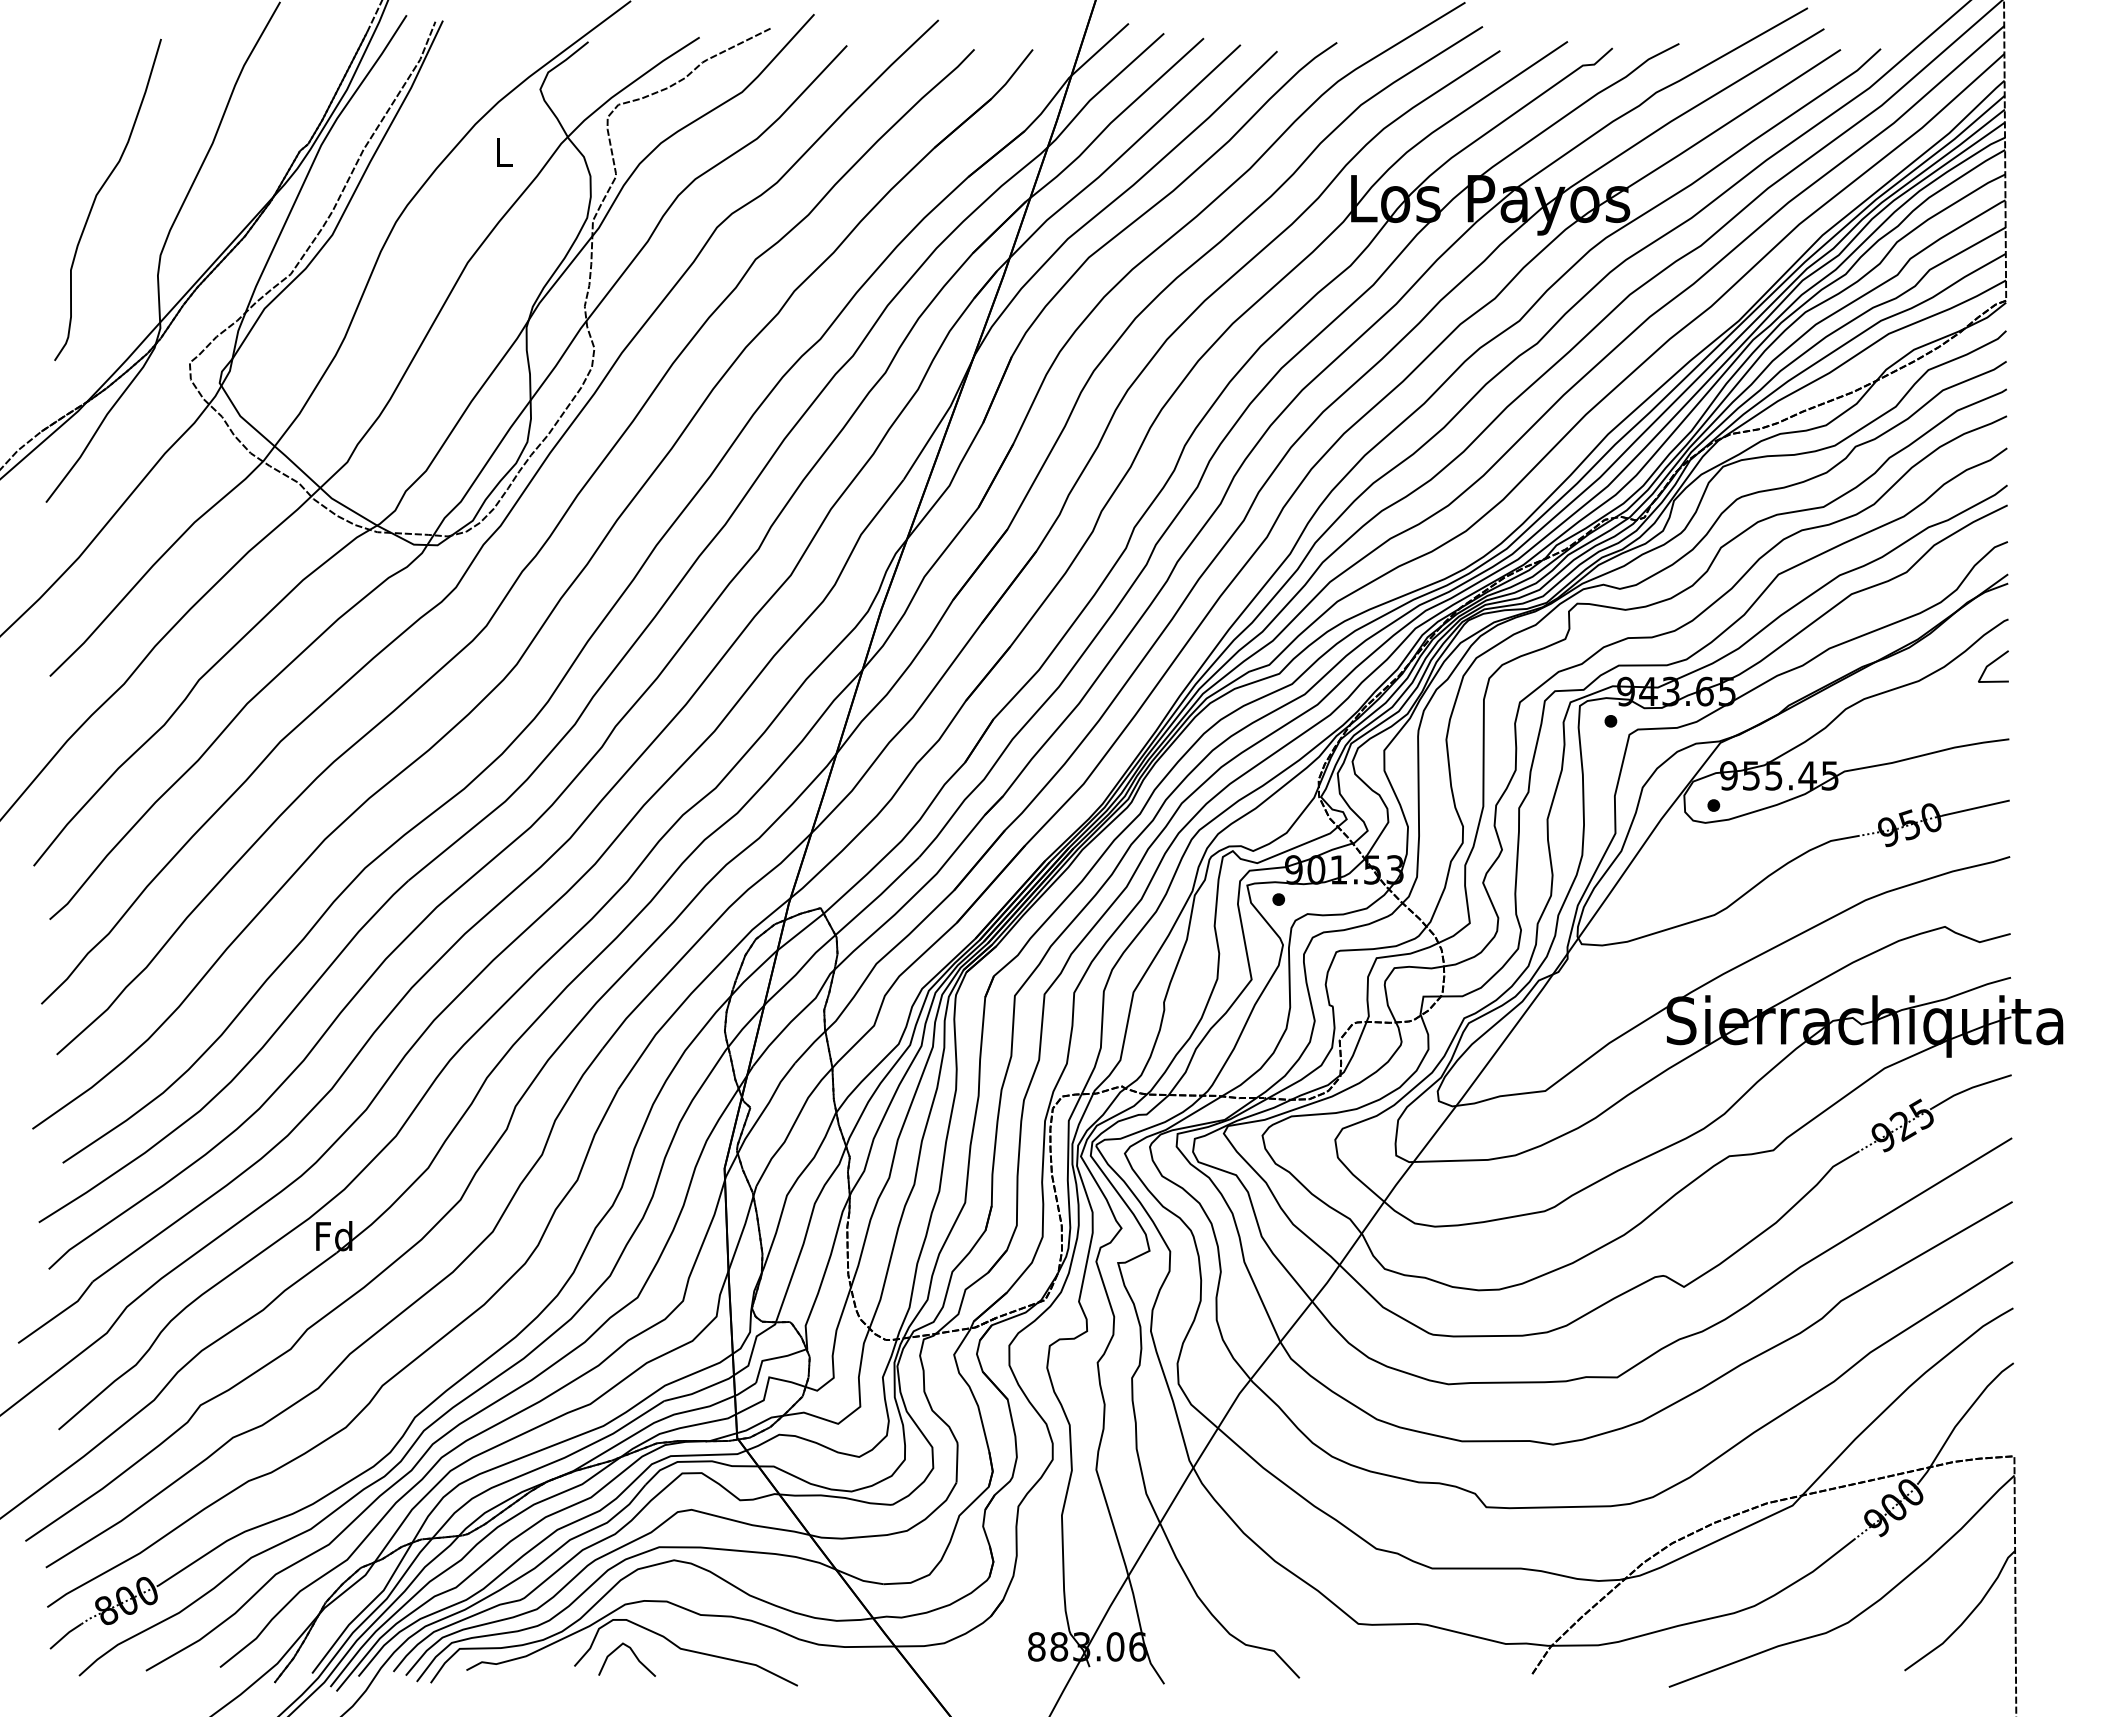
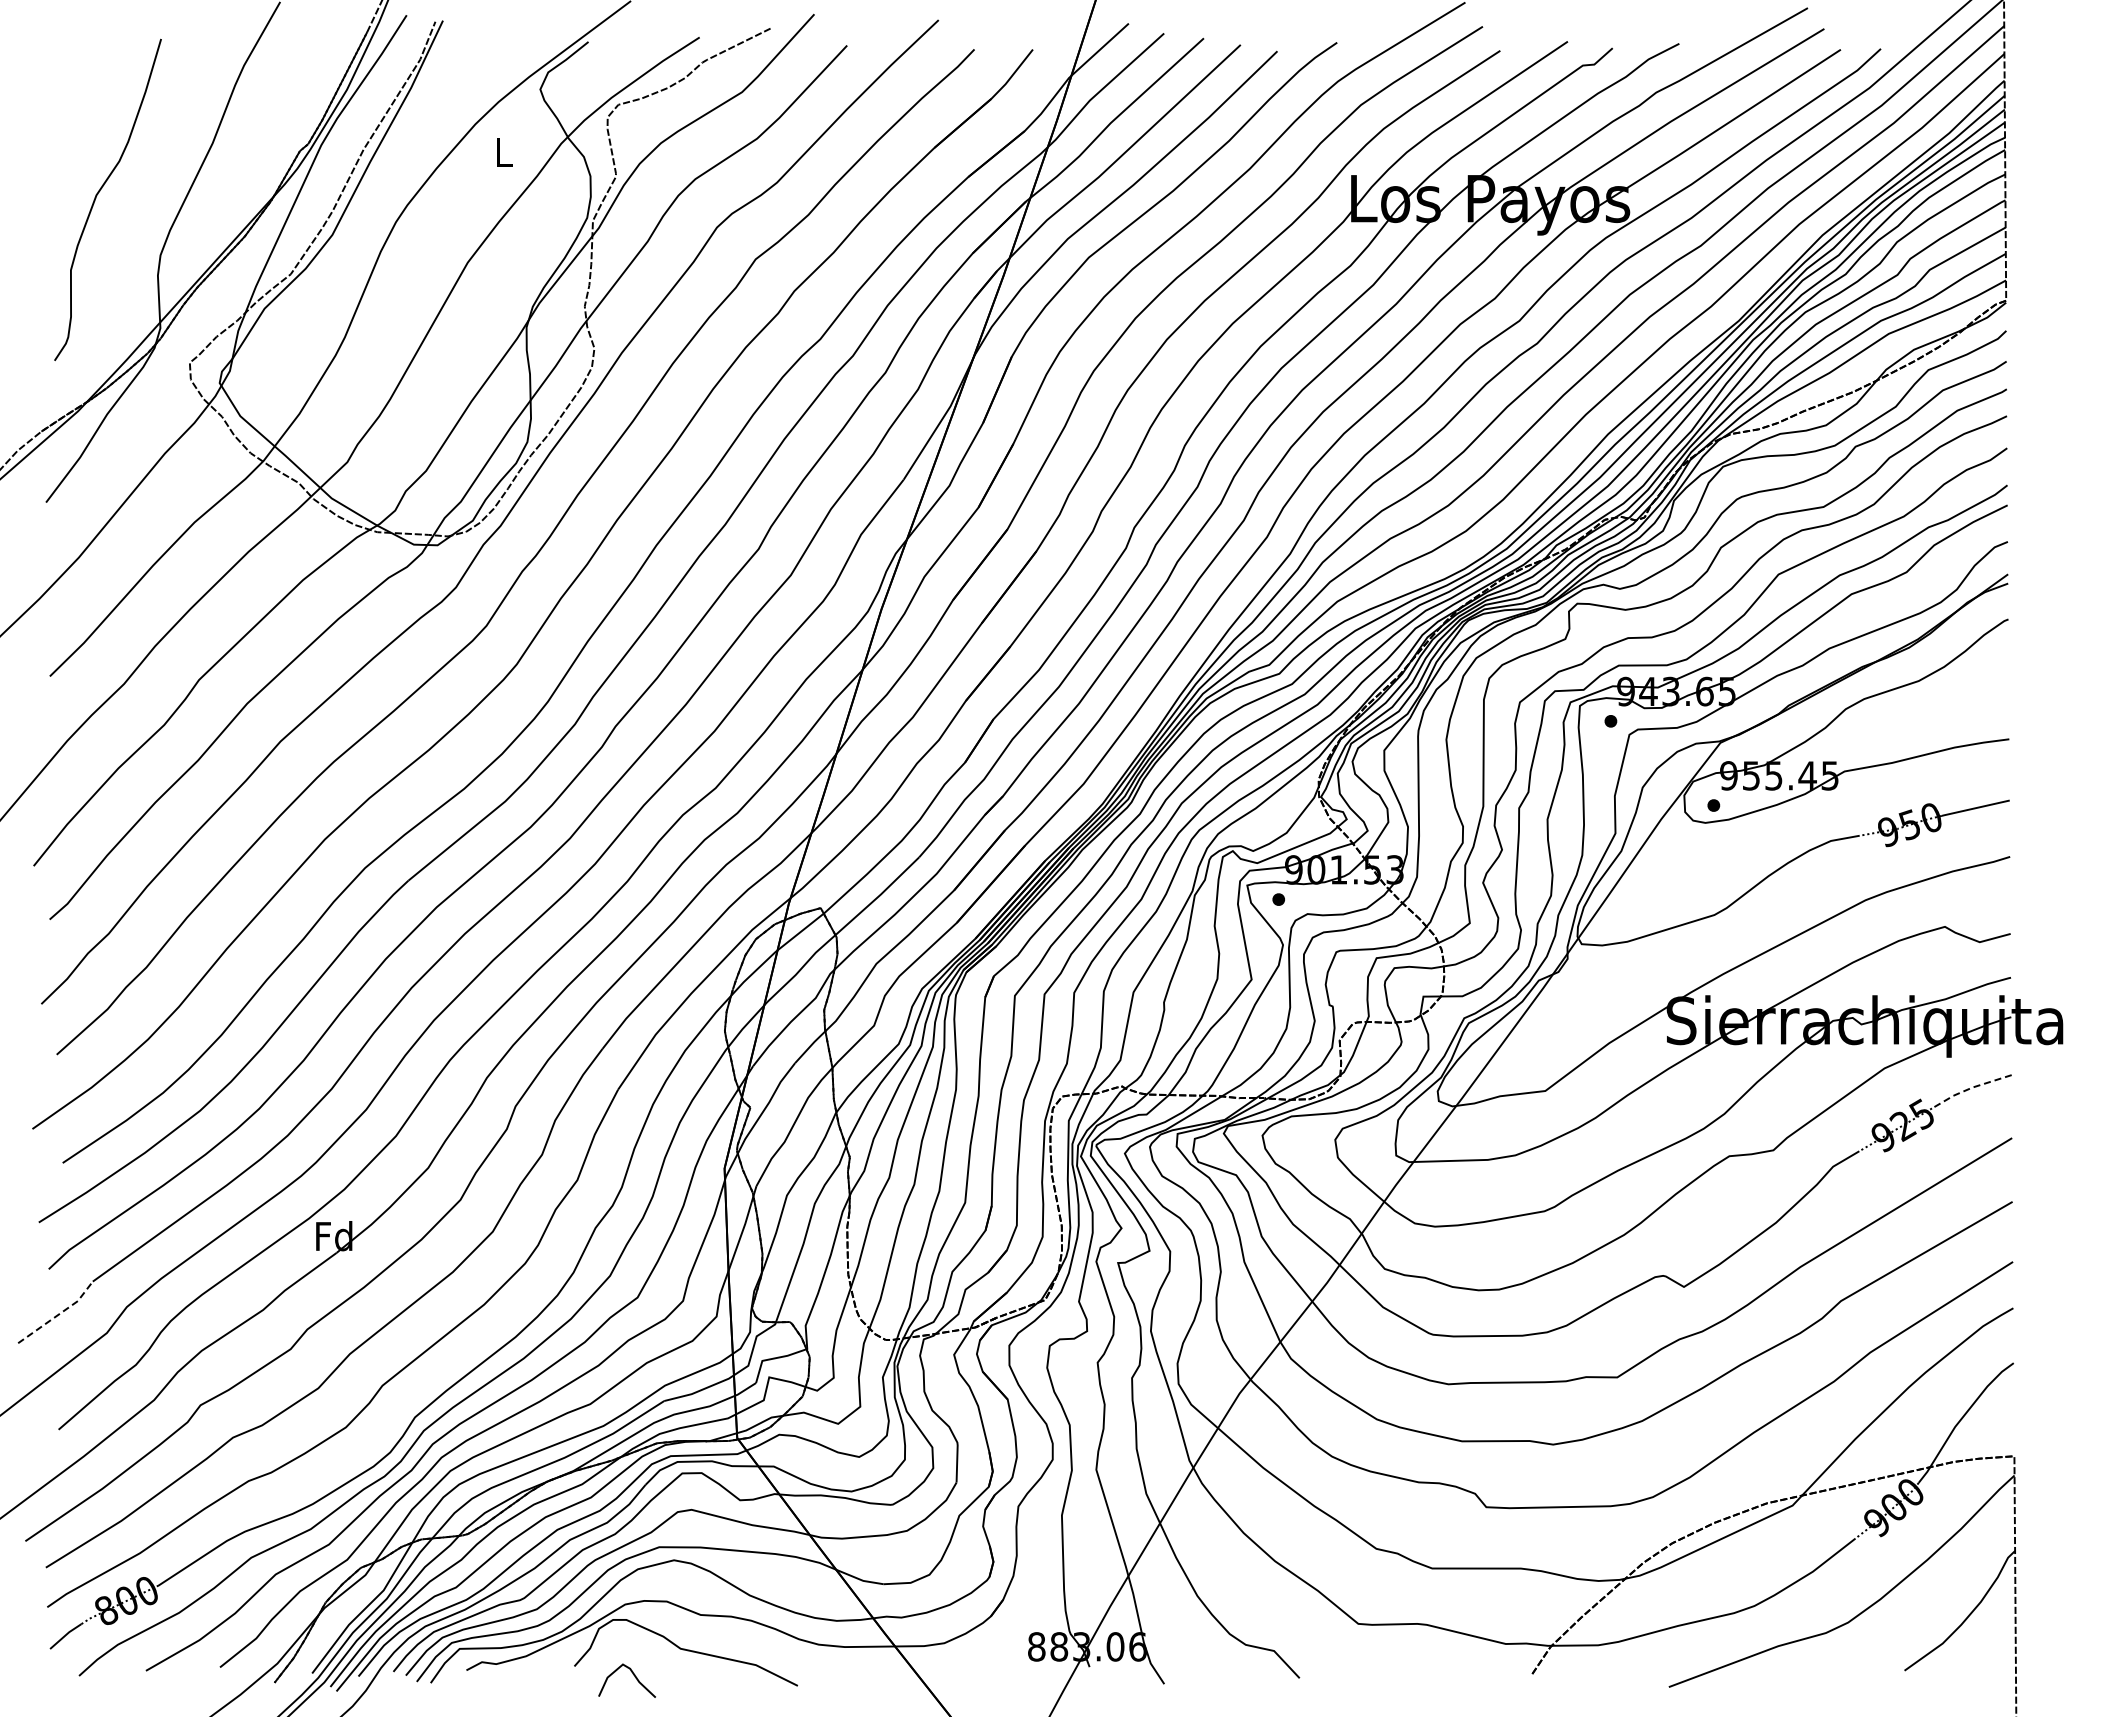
line at (1991, 664): present -> none
line at (1969, 1088): solid -> dashed
line at (59, 1314): solid -> dashed
curve at (632, 1653) position: (632, 1653) -> (632, 1674)
